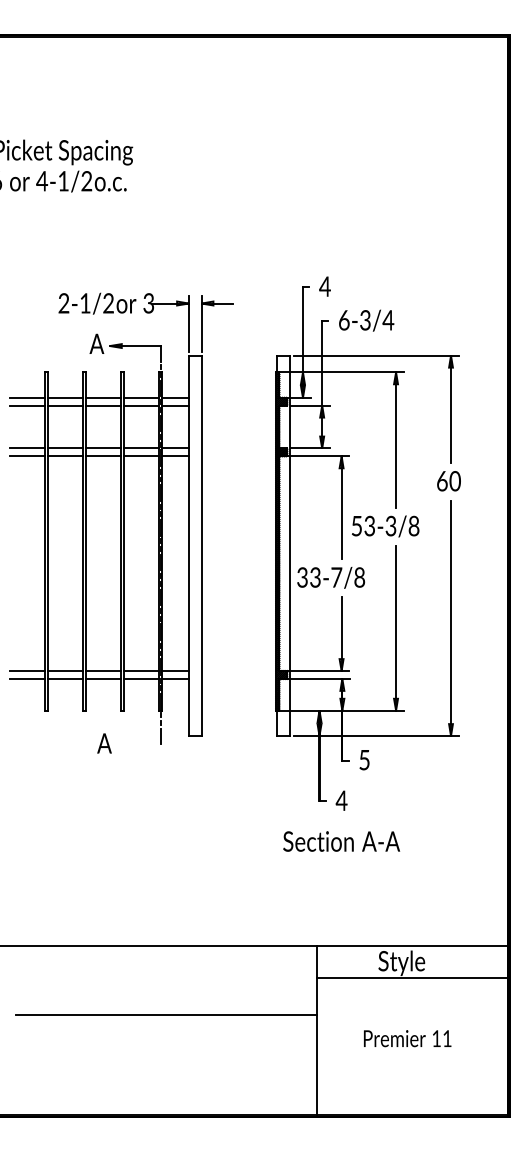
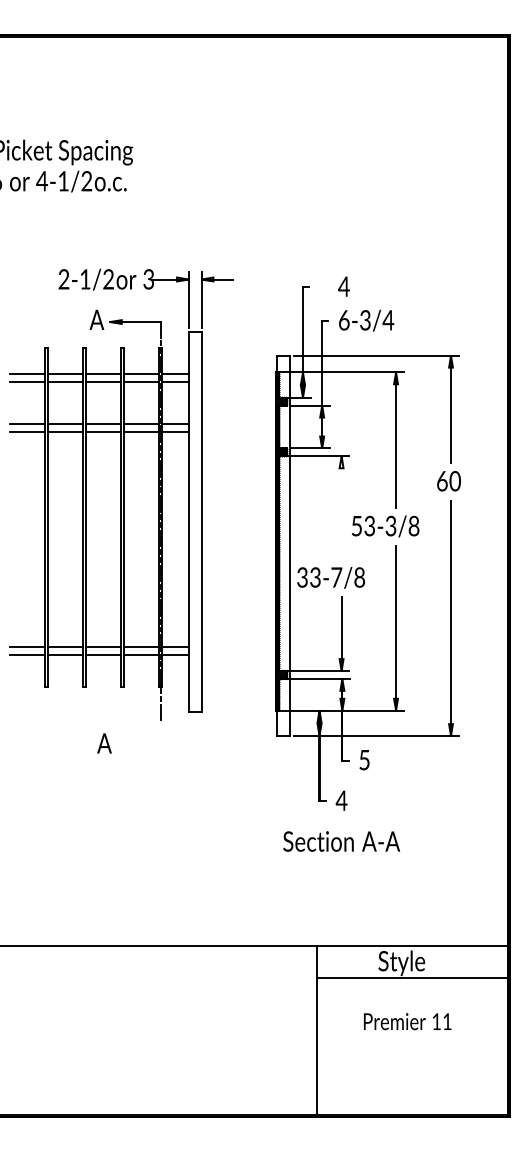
text at (324, 286) position: (324, 286) -> (343, 286)
line at (341, 507): present -> none
part at (121, 518) position: (121, 518) -> (121, 494)
line at (166, 1015): present -> none
text at (407, 1038) position: (407, 1038) -> (407, 1021)
